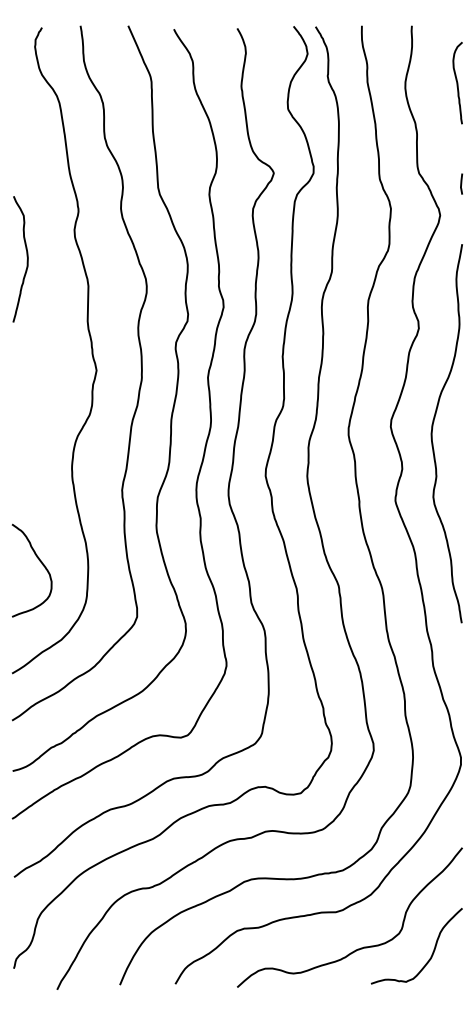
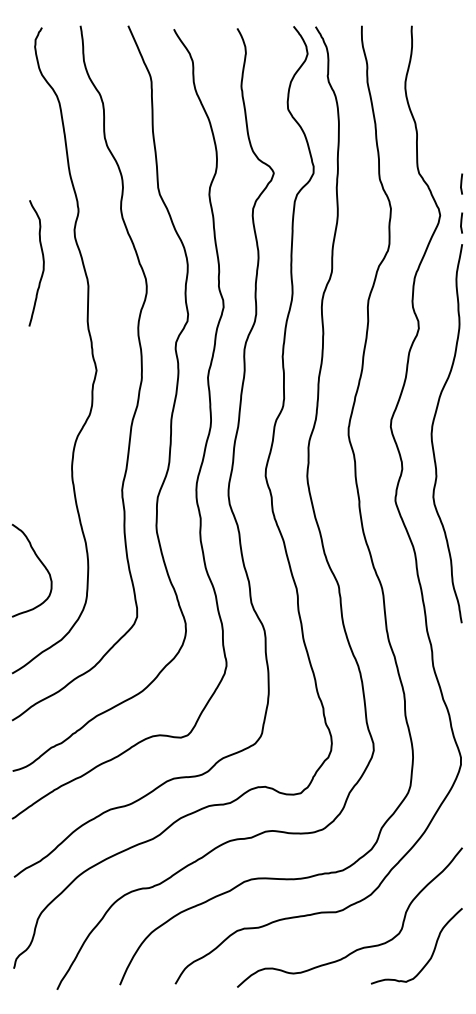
curve at (457, 82): present -> none
line at (461, 222): none -> present
curve at (26, 260) position: (26, 260) -> (42, 264)
